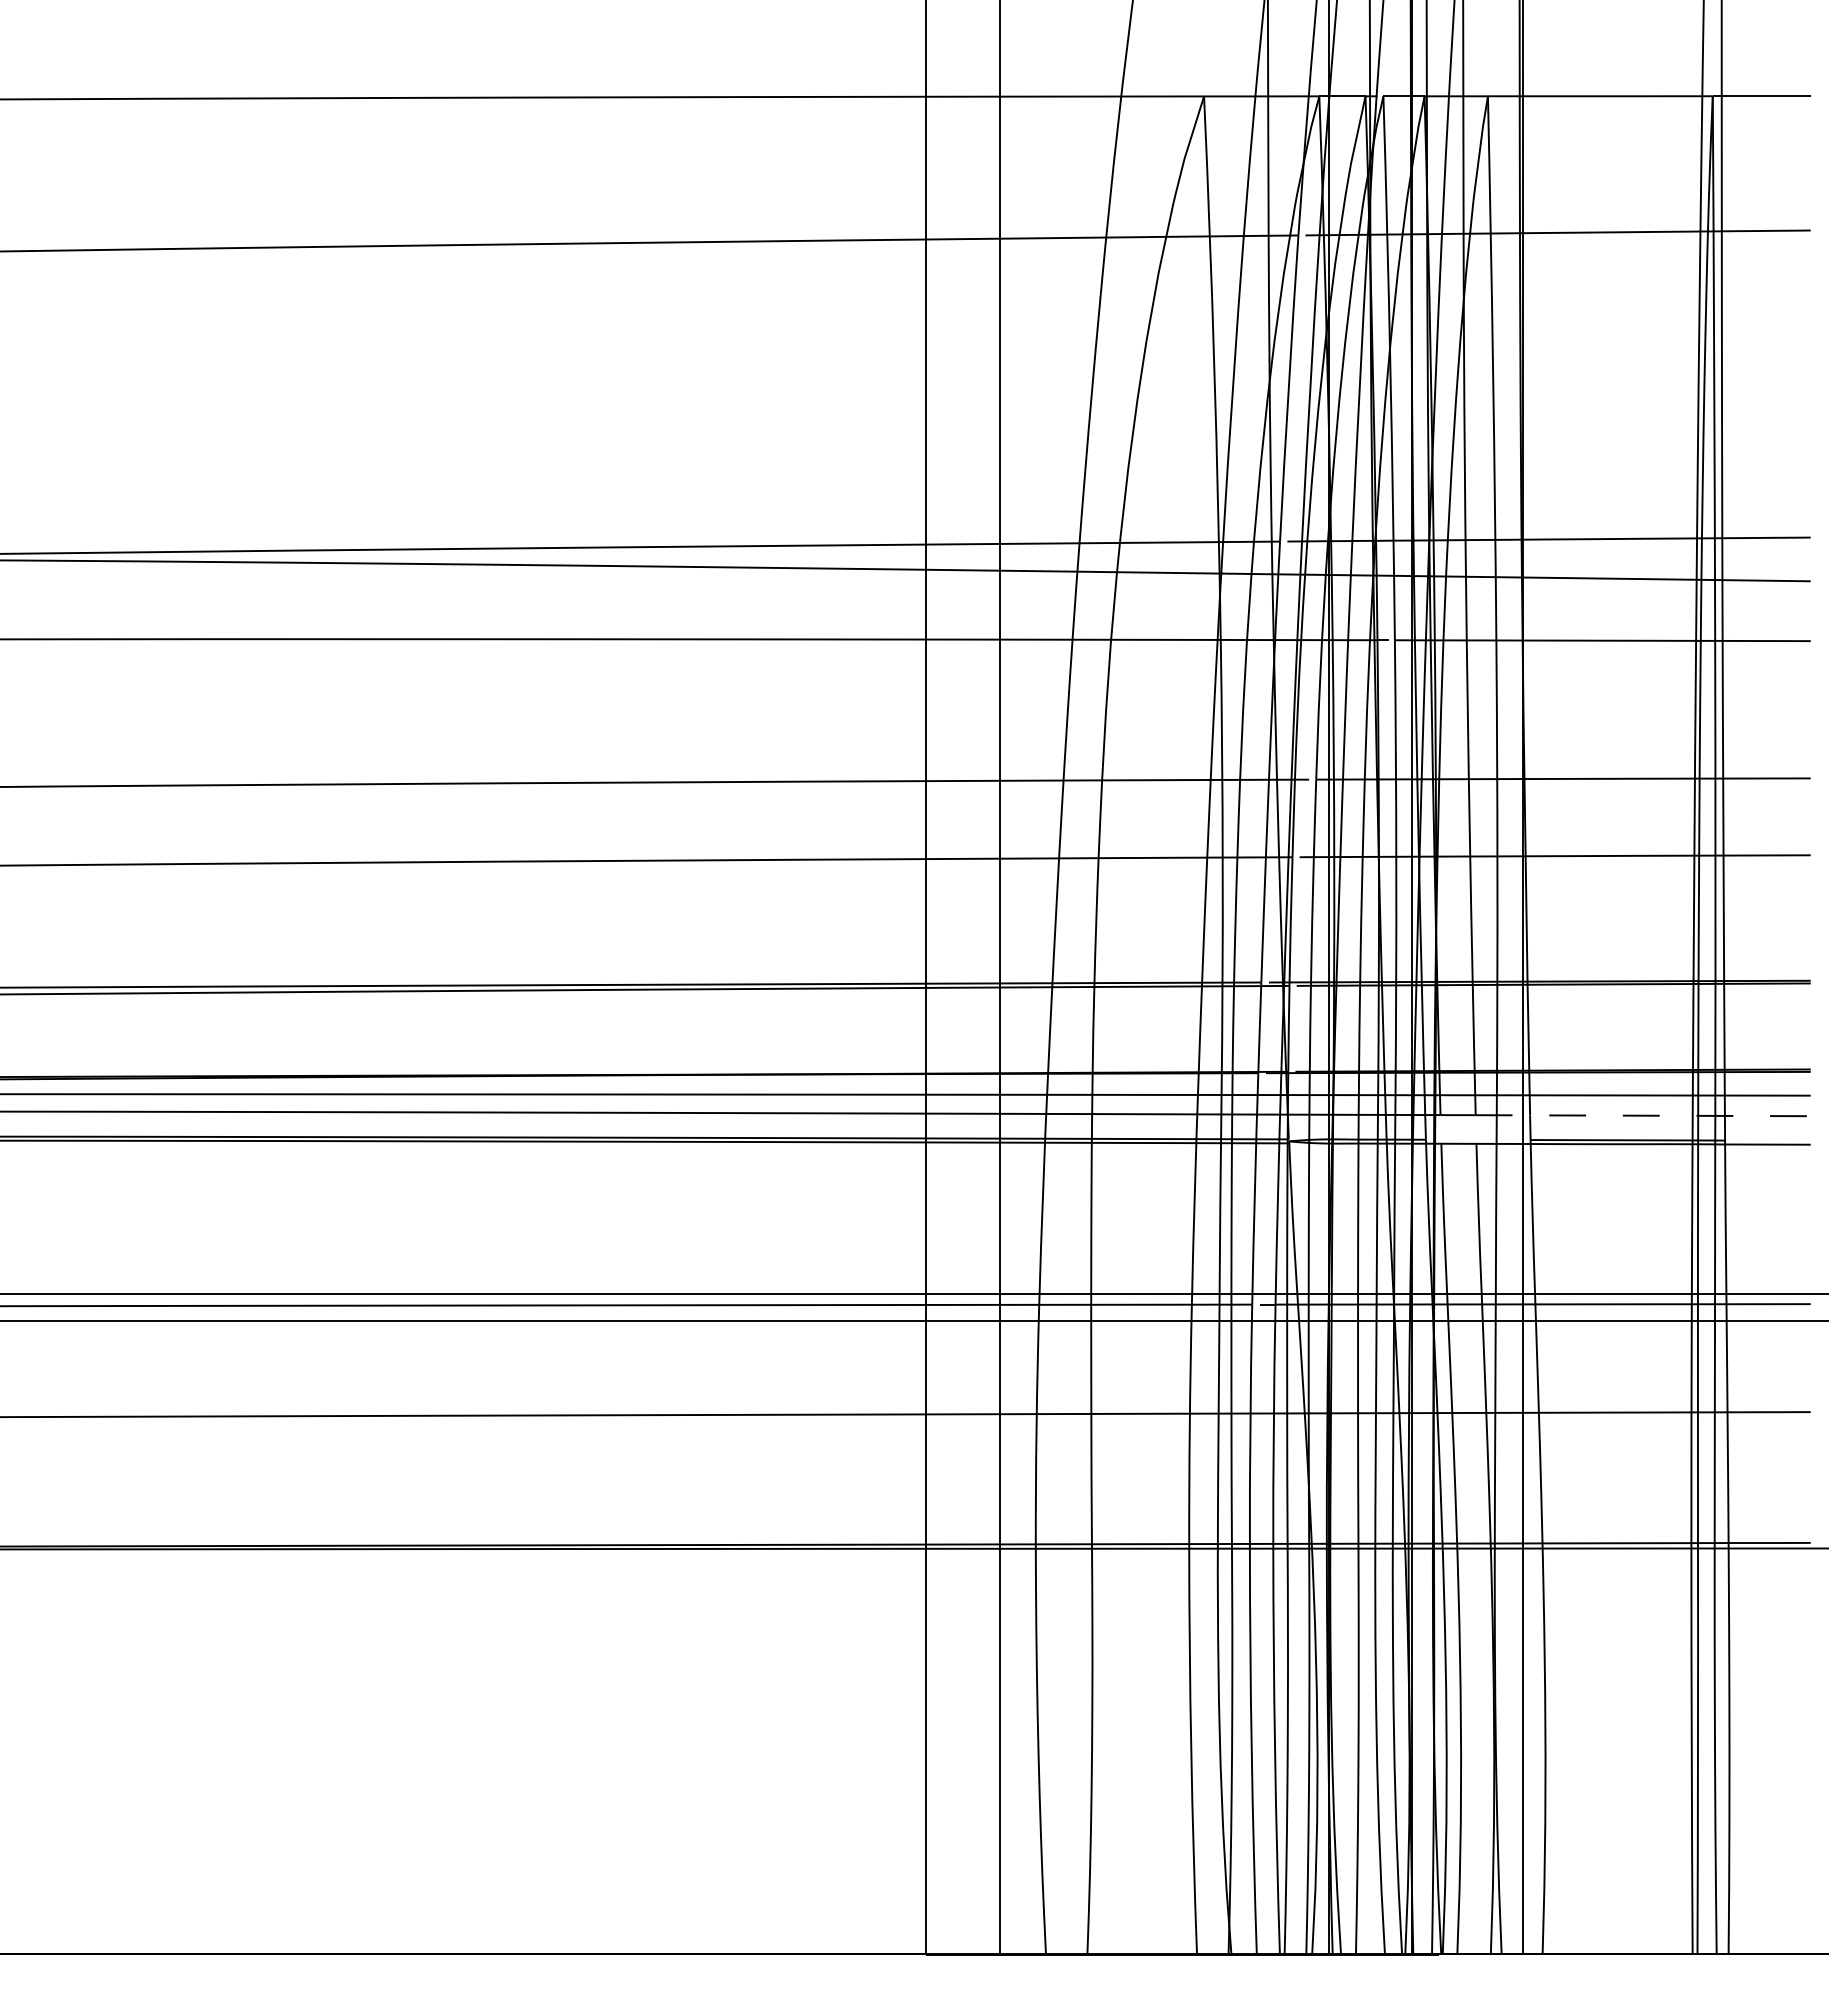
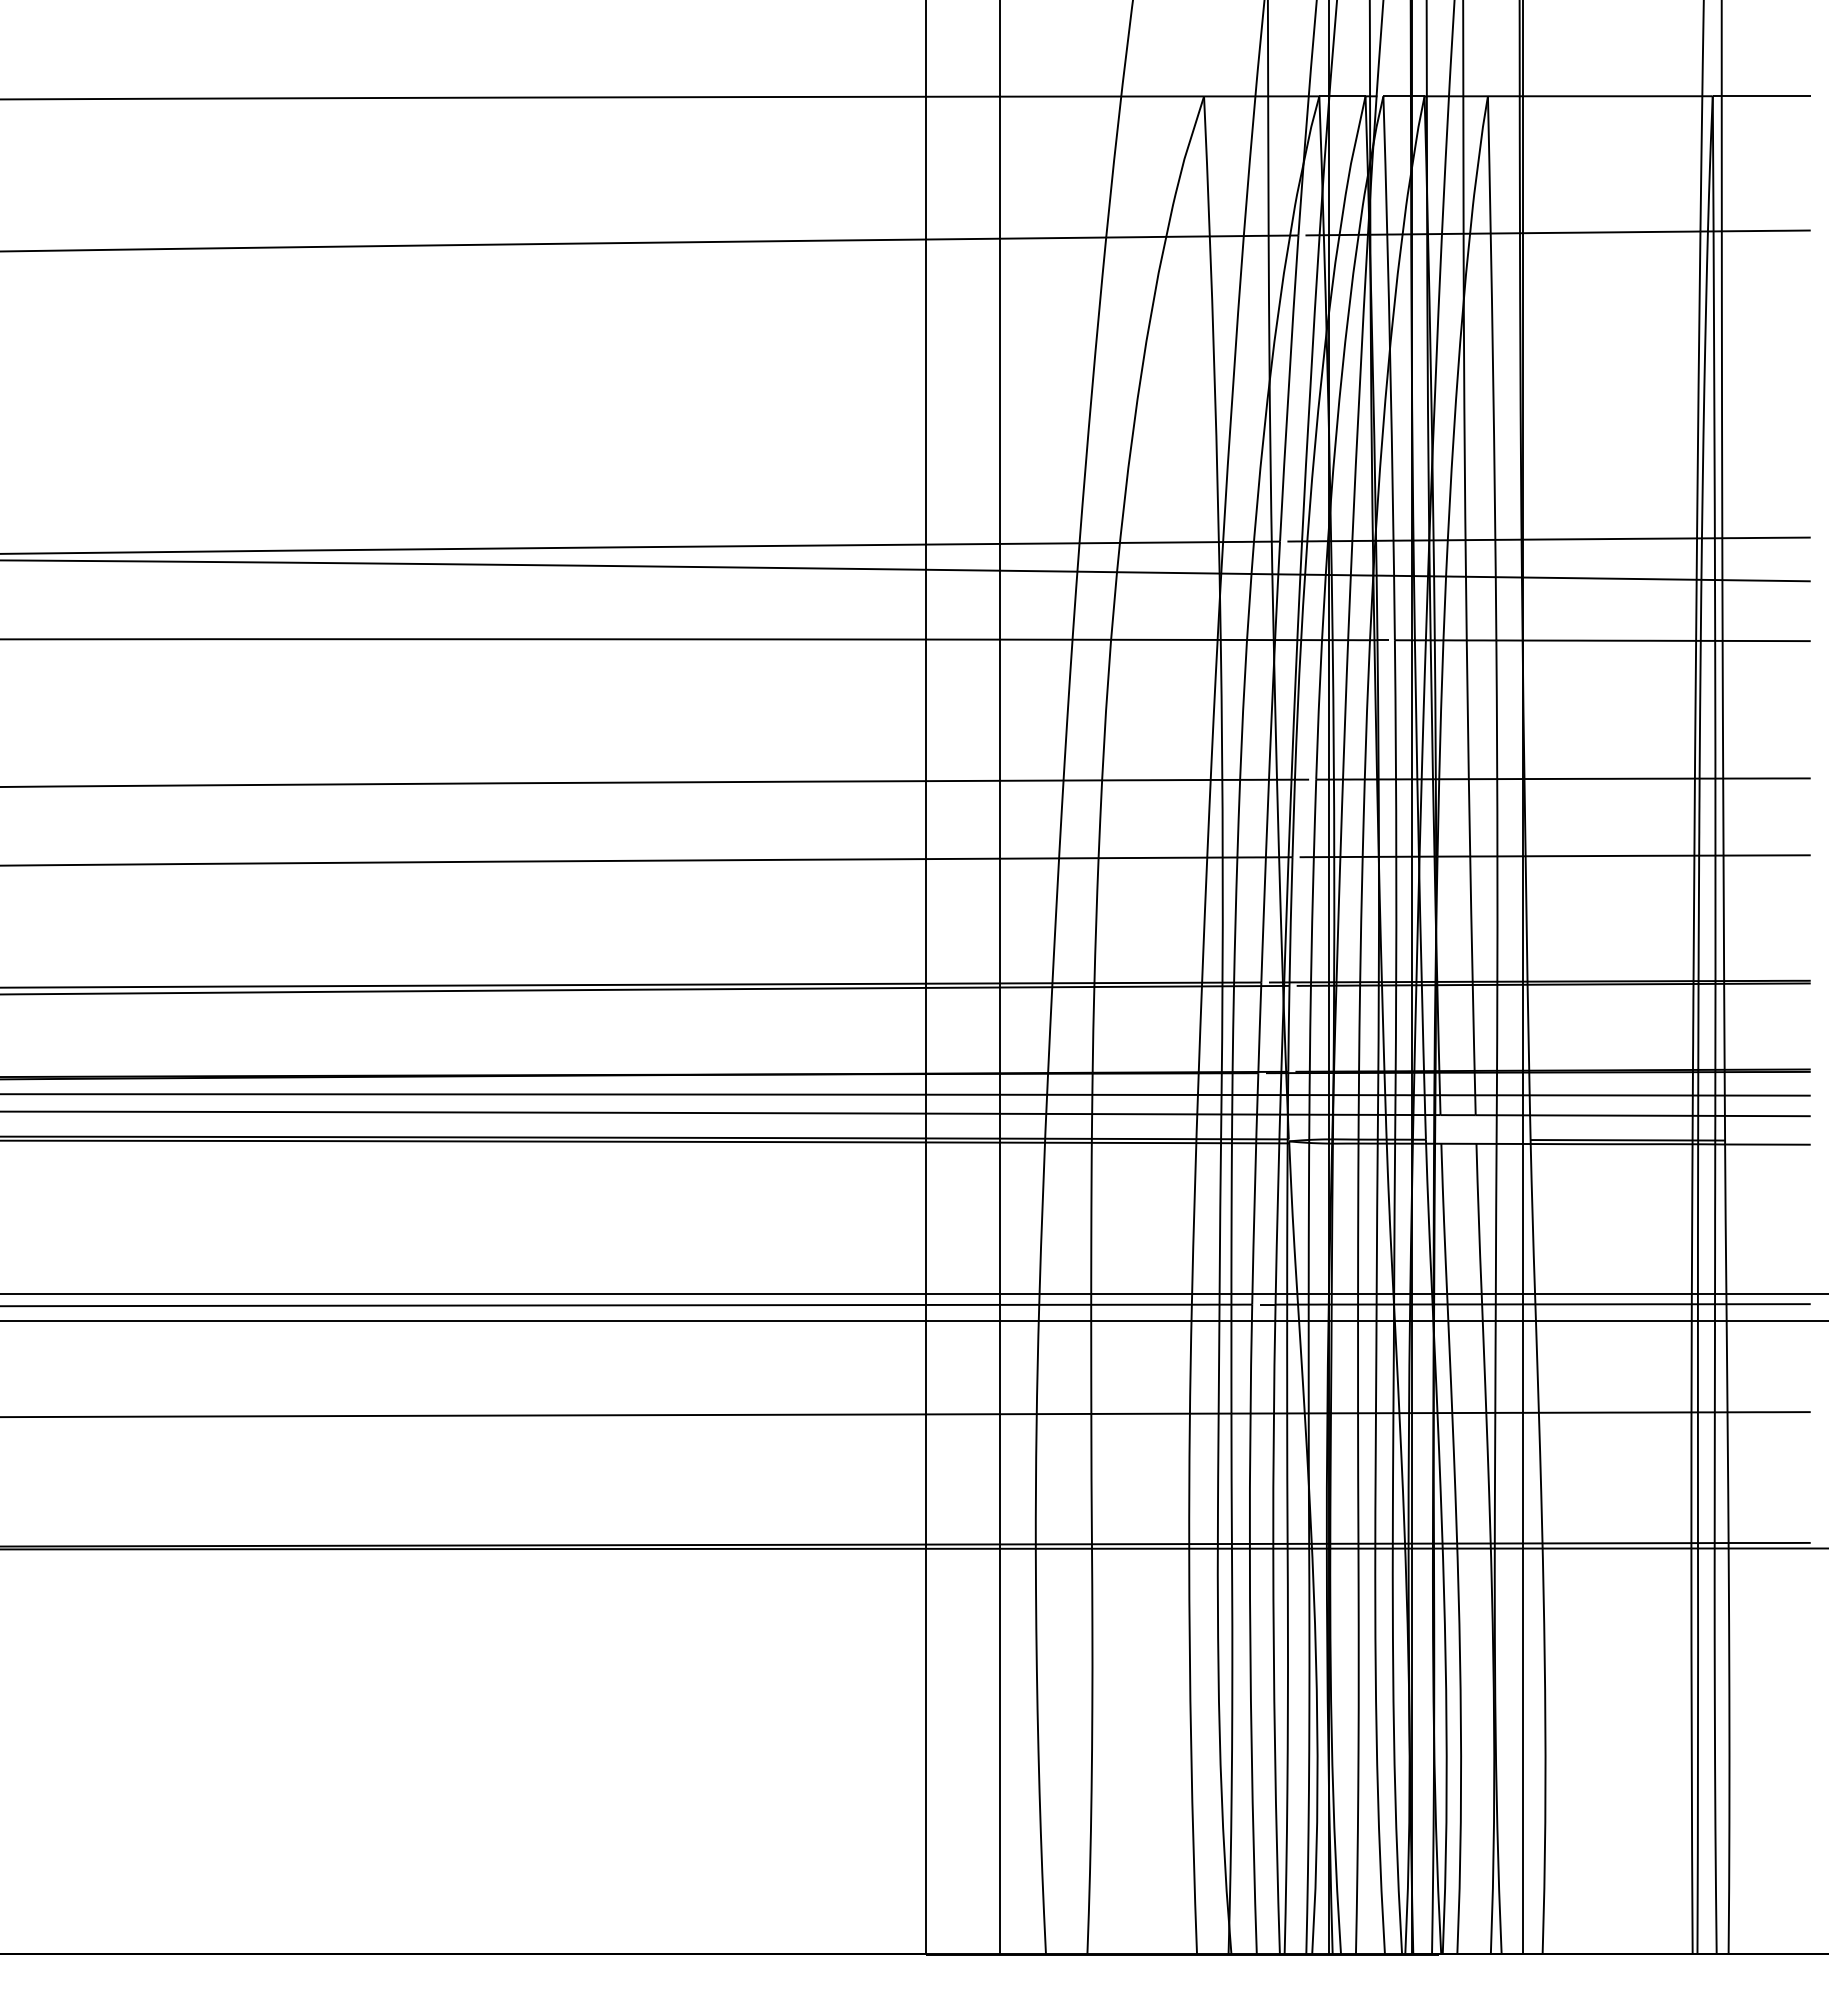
line at (1643, 1115): dashed -> solid
